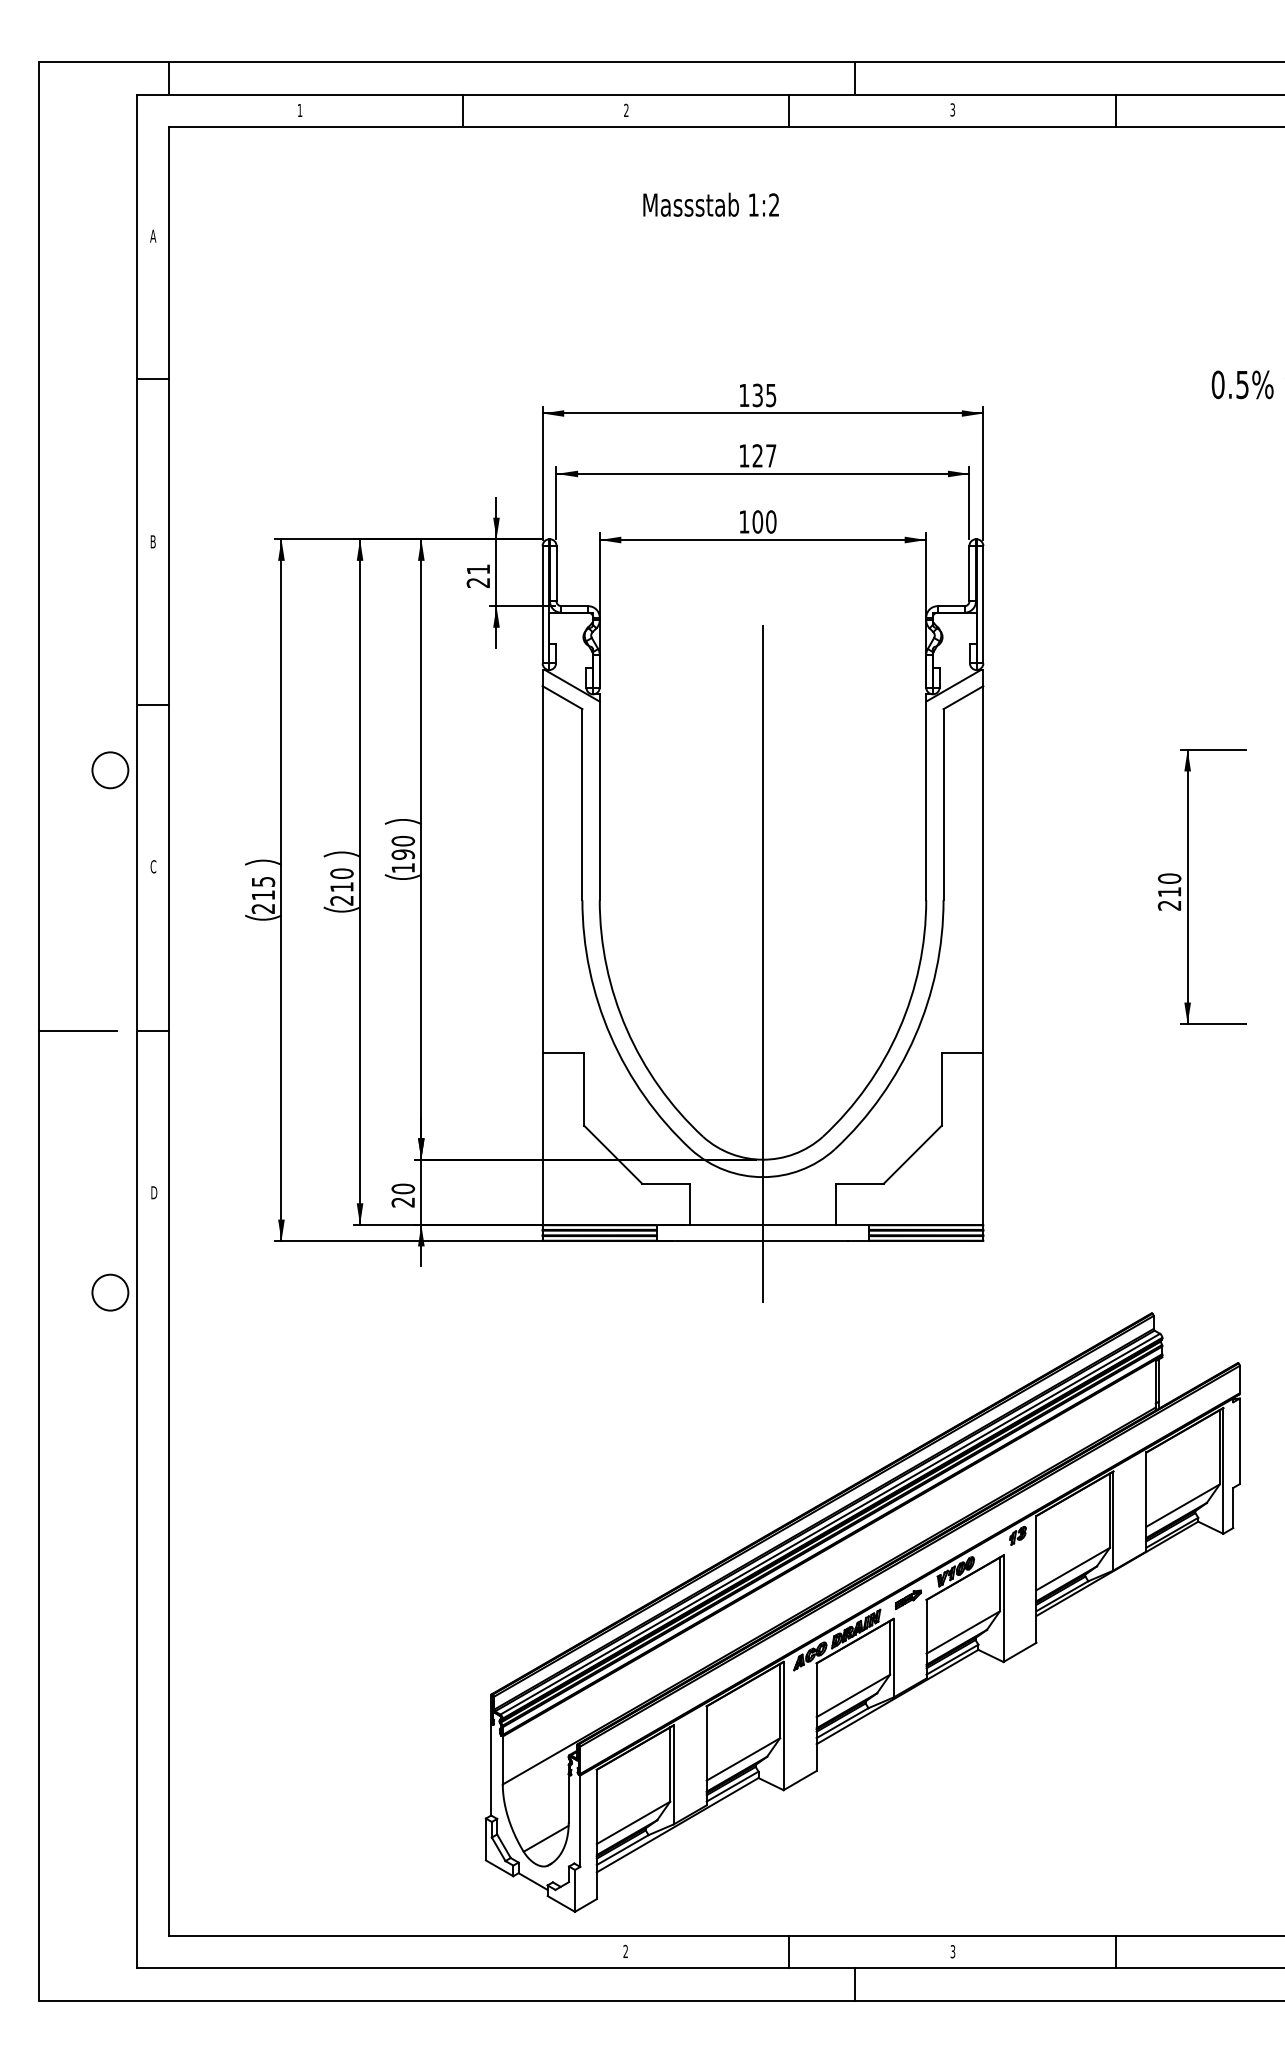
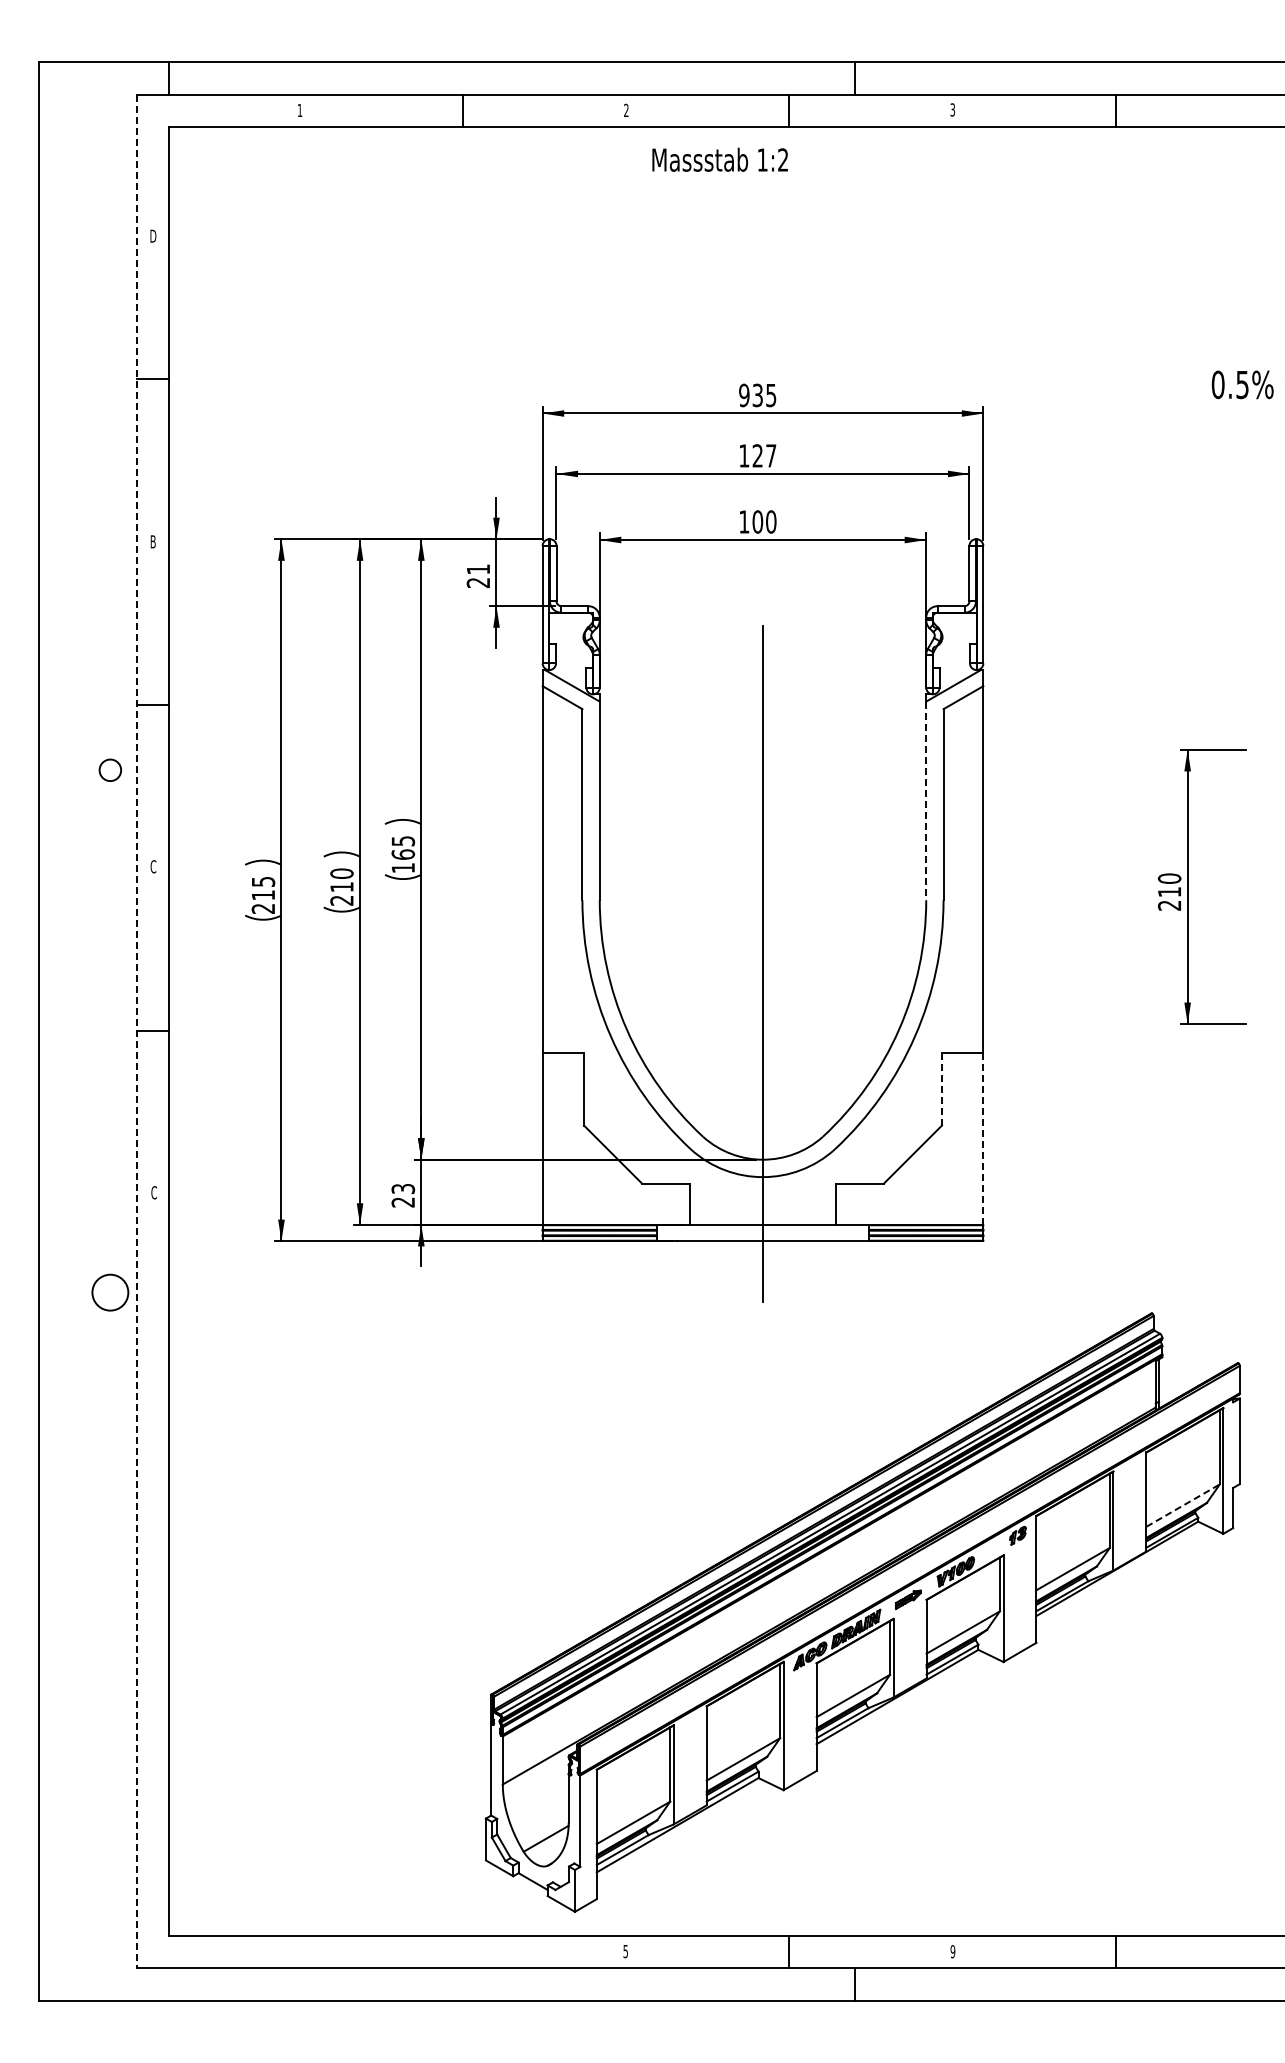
text at (710, 204) position: (710, 204) -> (719, 159)
text at (153, 235): A -> D
text at (744, 395): 135 -> 935
circle at (110, 770) diameter: 36 px -> 22 px
line at (926, 801): solid -> dashed
text at (403, 847): 190 -> 165
line at (77, 1031): present -> none
line at (136, 1031): solid -> dashed
line at (941, 1089): solid -> dashed
line at (983, 1139): solid -> dashed
text at (403, 1188): 20 -> 23
text at (154, 1192): D -> C
line at (1183, 1505): solid -> dashed
text at (625, 1951): 2 -> 5
text at (952, 1951): 3 -> 9
